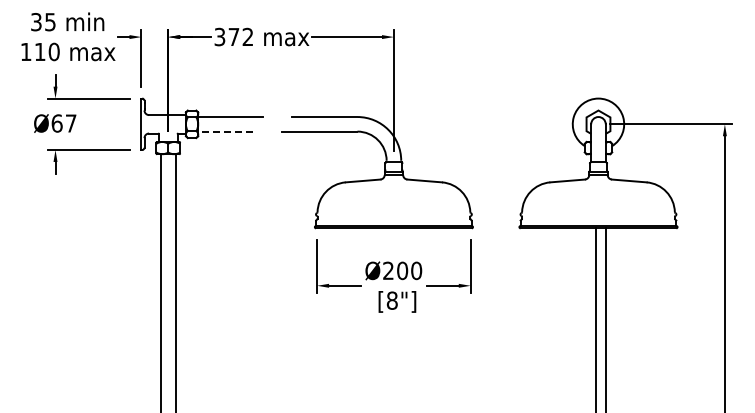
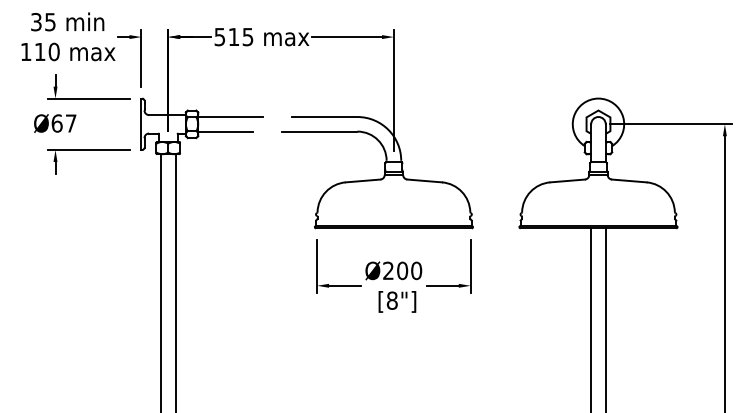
text at (234, 36): 372 -> 515
line at (224, 131): dashed -> solid
line at (596, 318) position: (596, 318) -> (591, 318)
